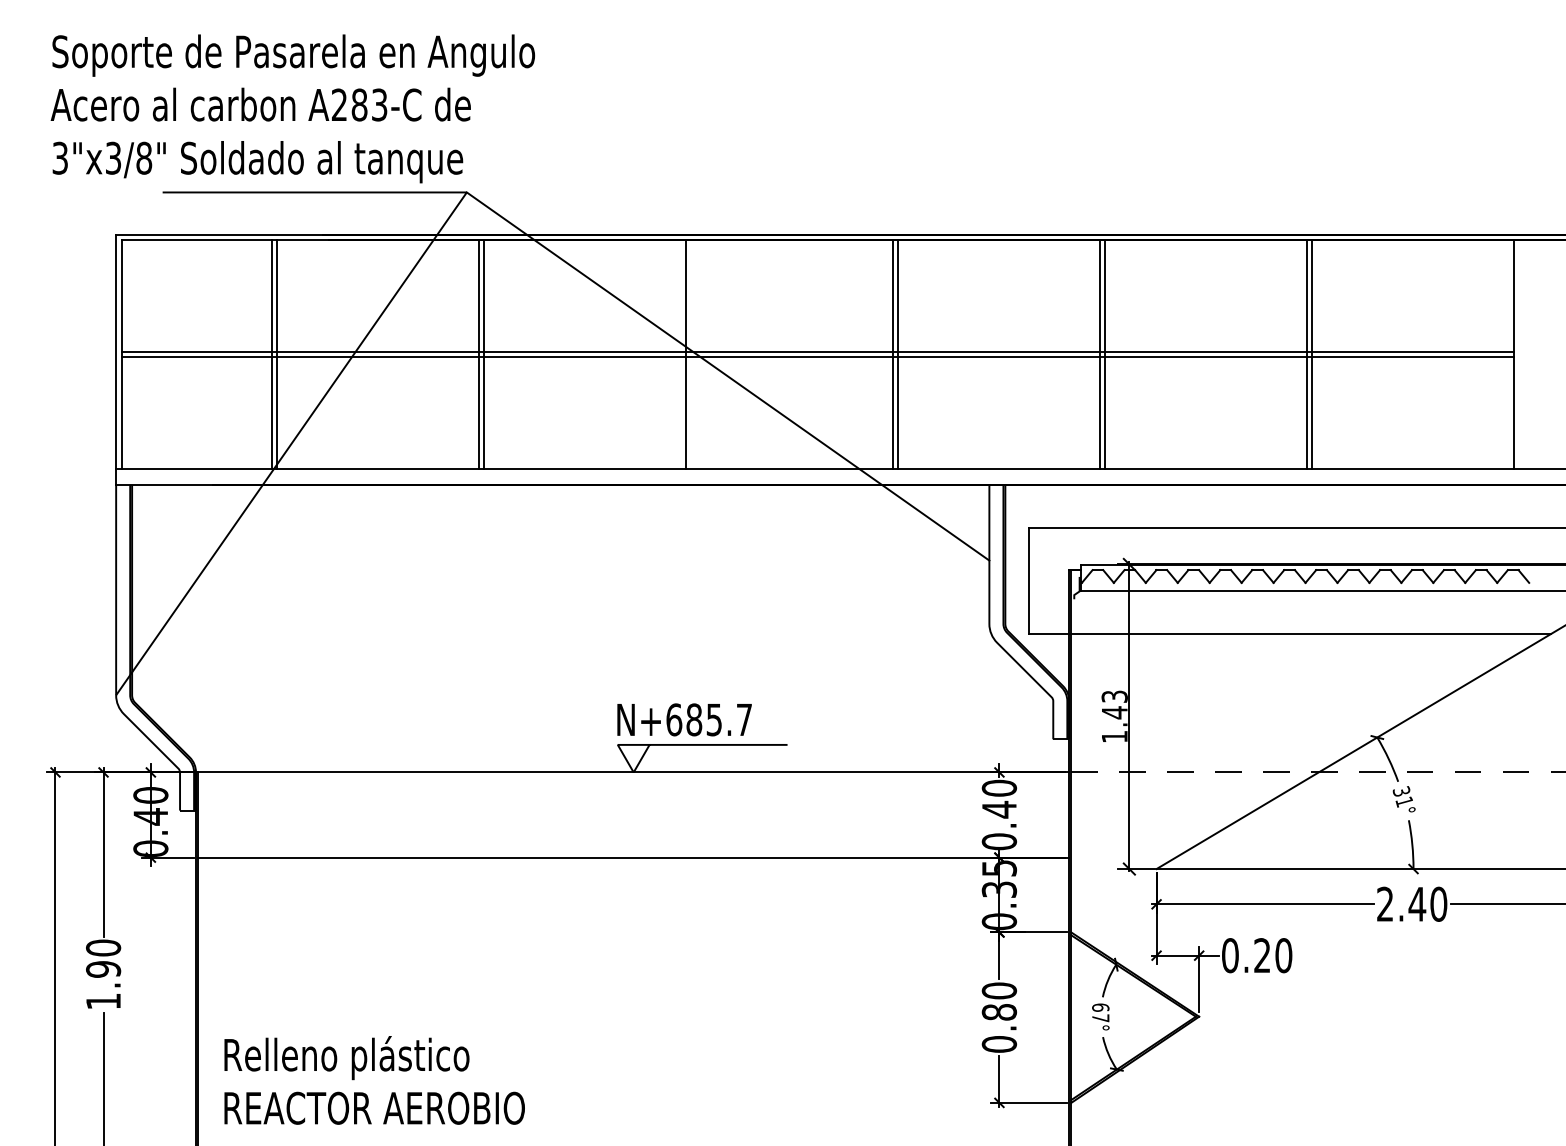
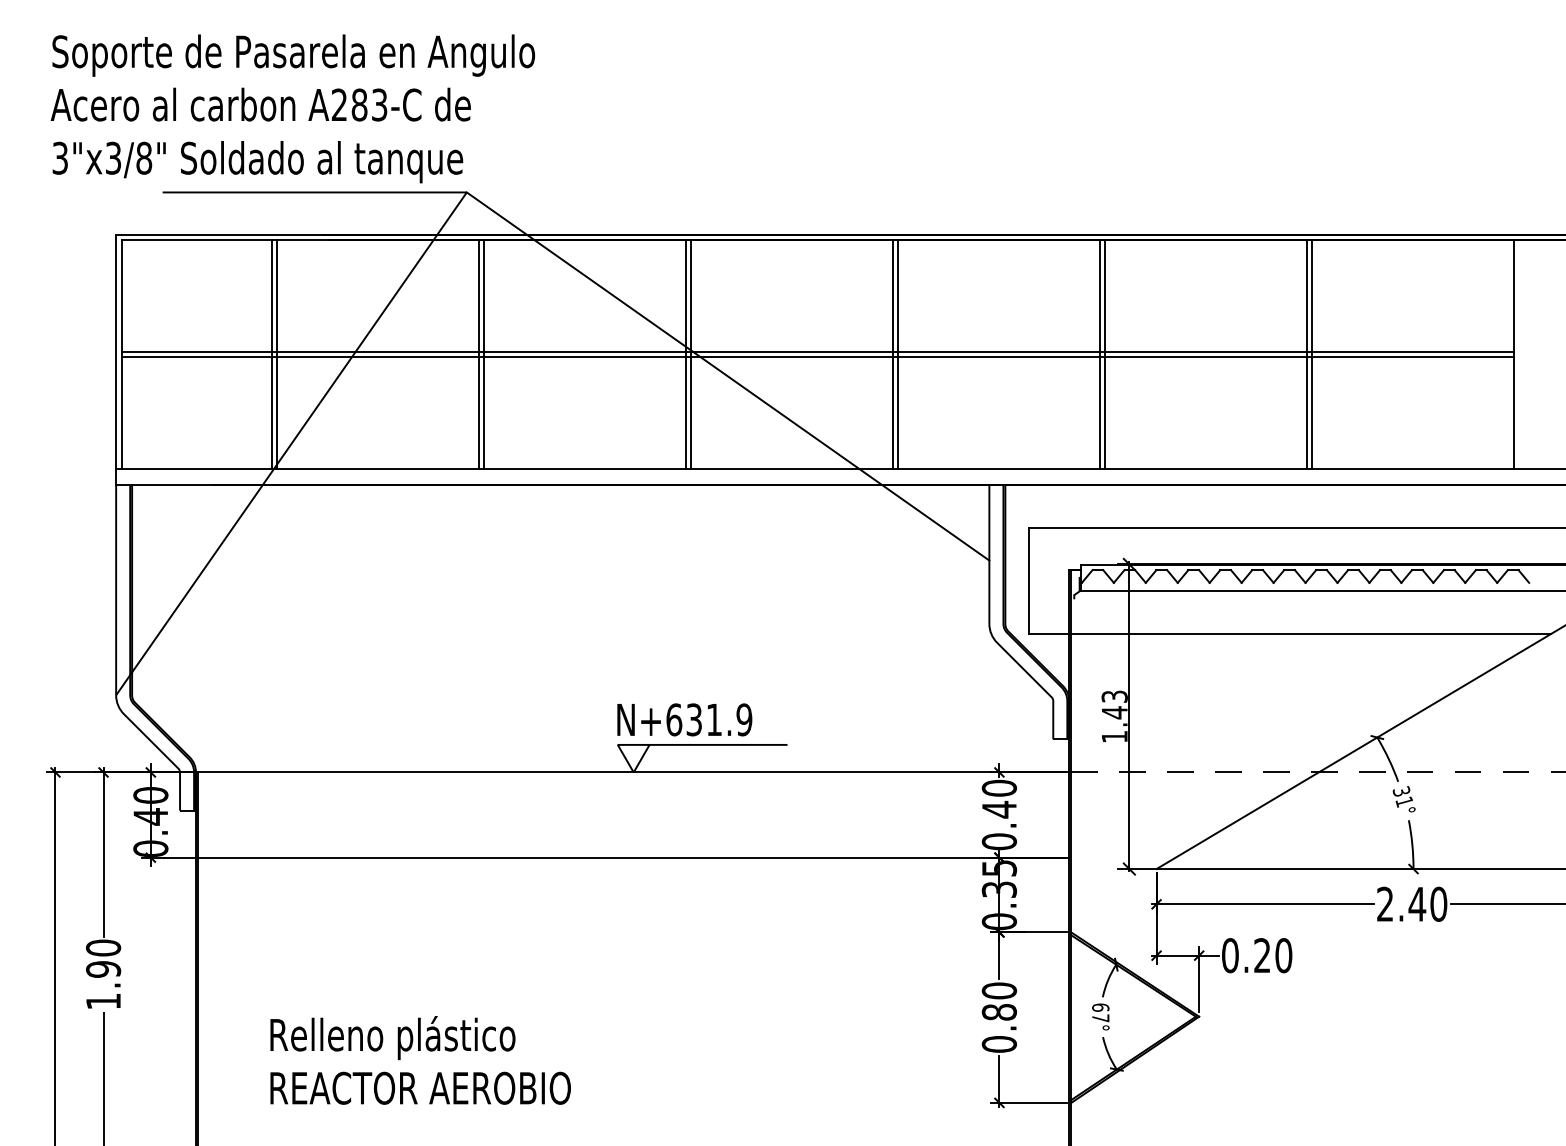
line at (691, 354): none -> present
text at (719, 719): N+685.7 -> N+631.9
text at (374, 1080) position: (374, 1080) -> (420, 1060)
